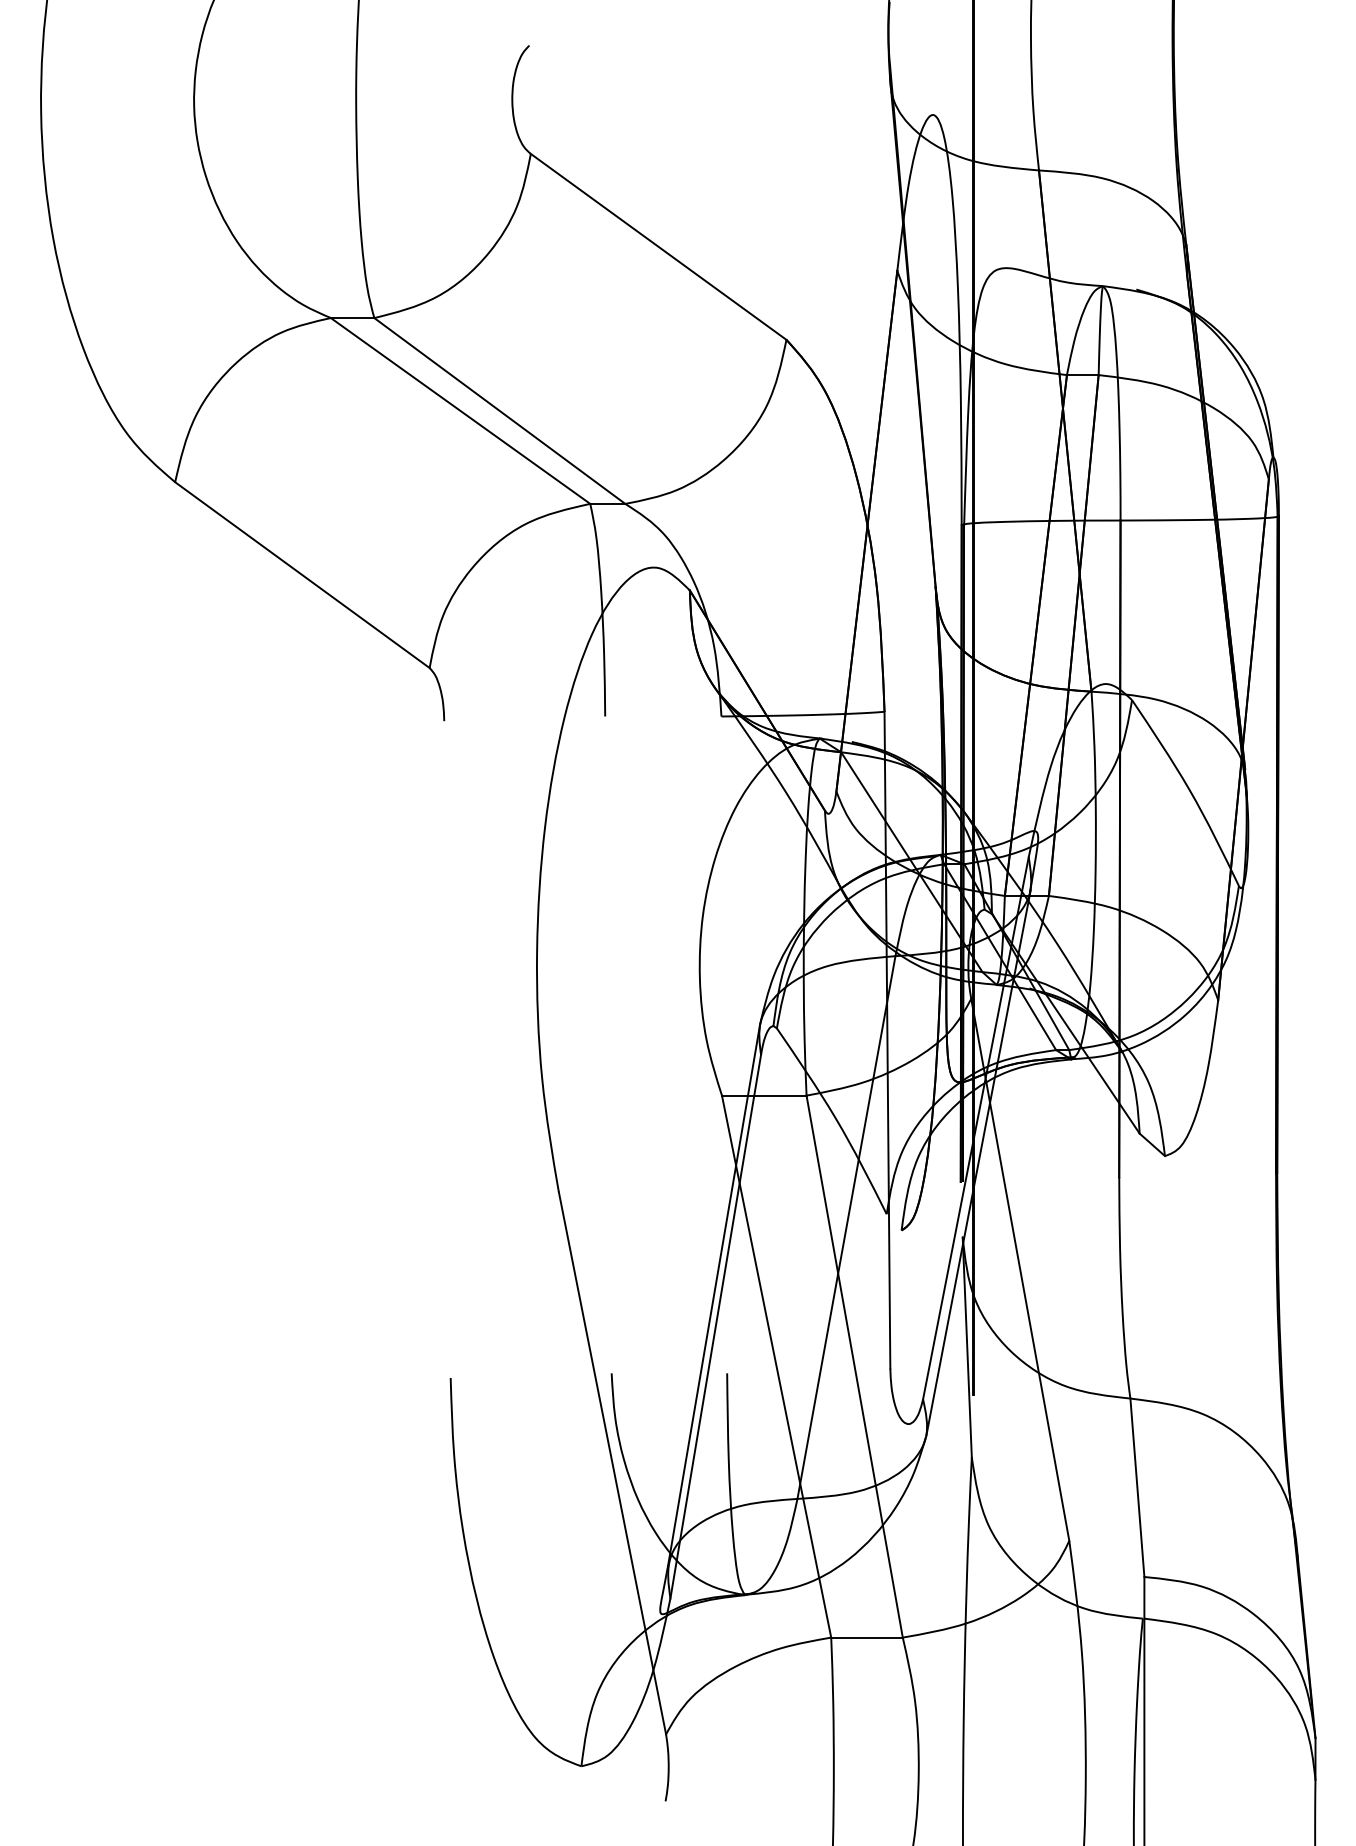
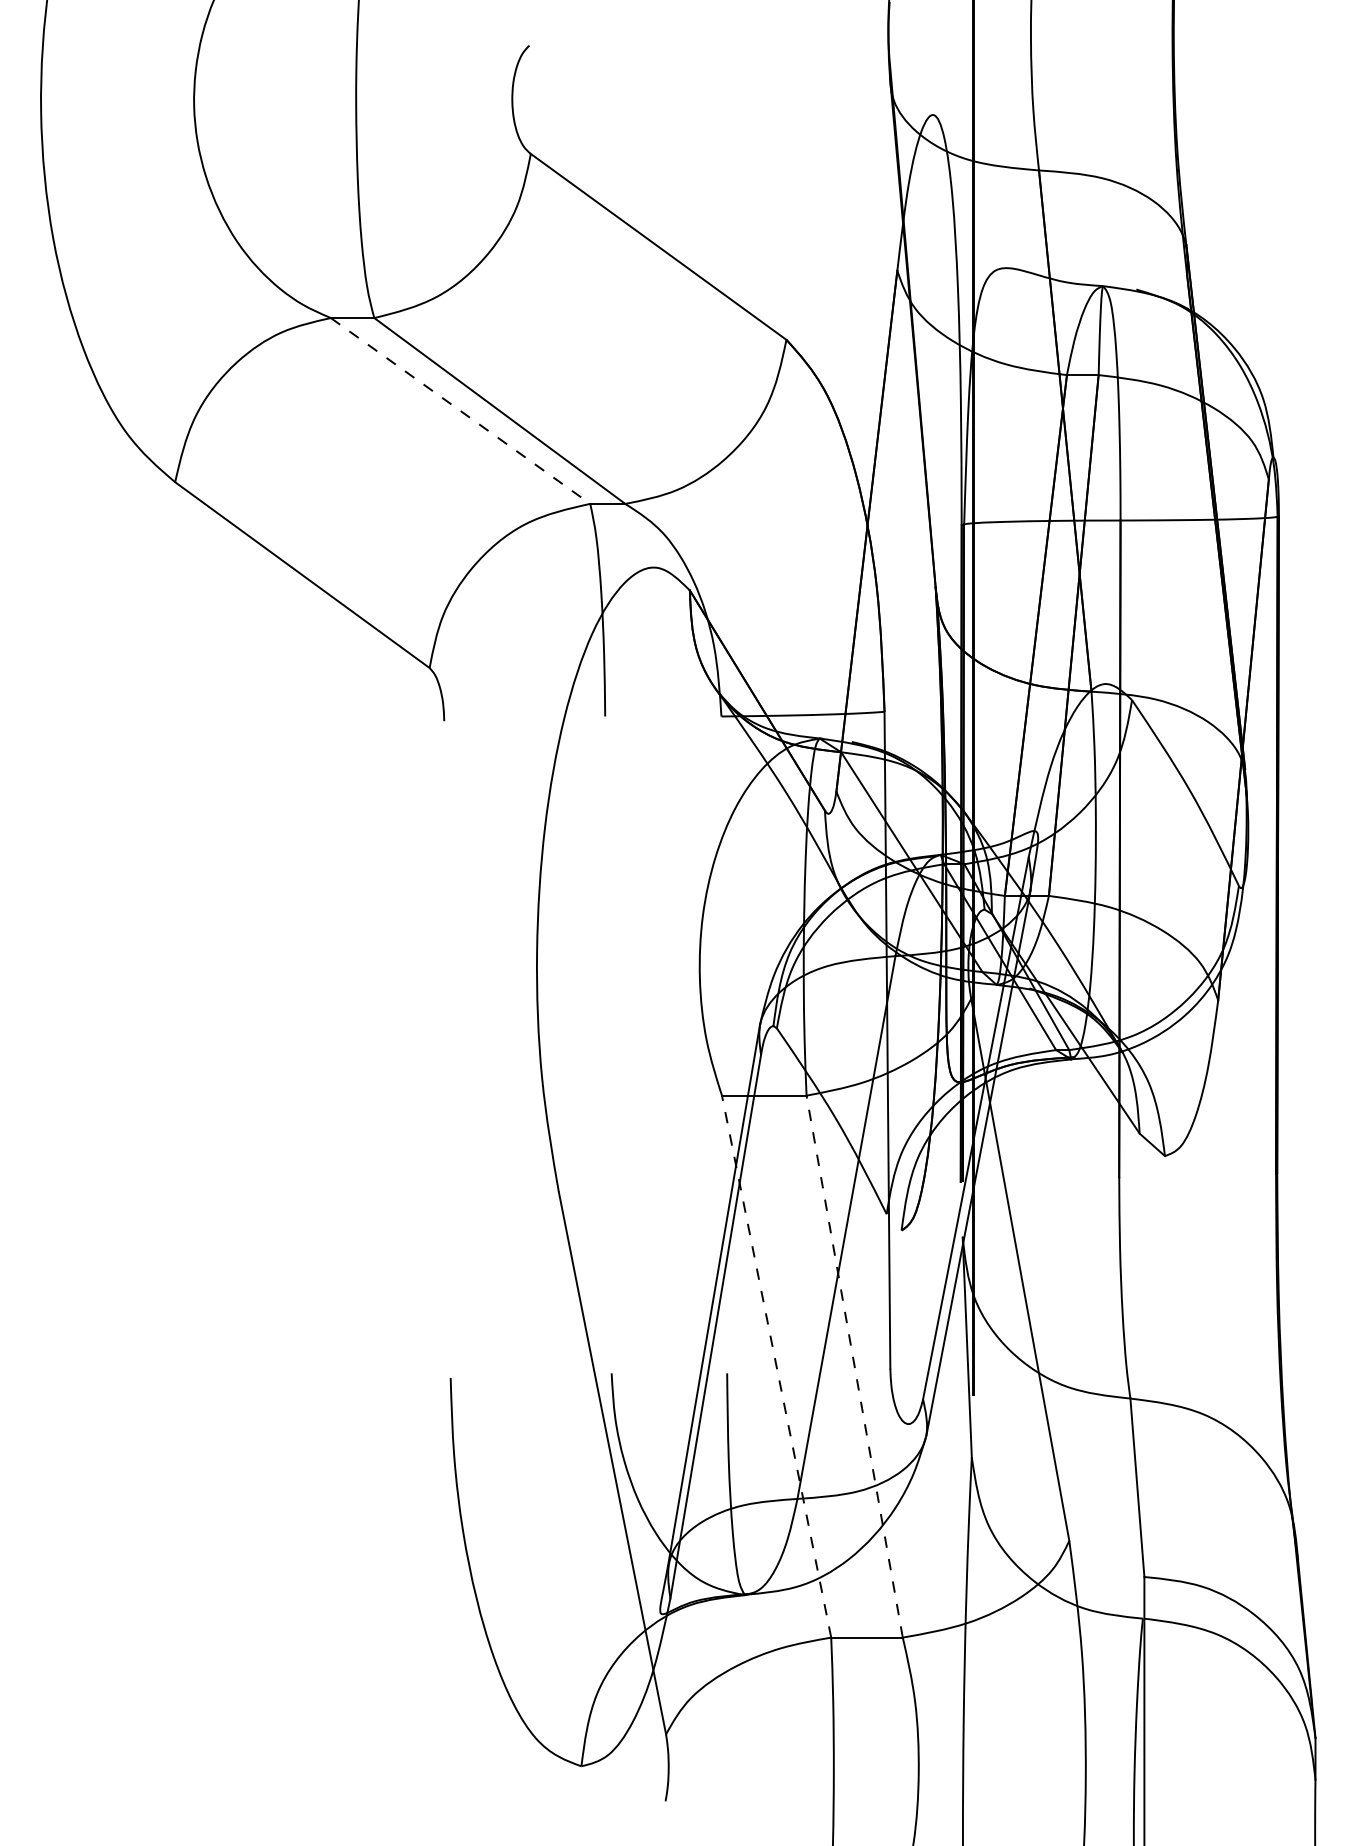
line at (460, 410): solid -> dashed
line at (776, 1366): solid -> dashed
line at (854, 1366): solid -> dashed
